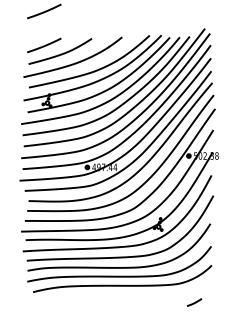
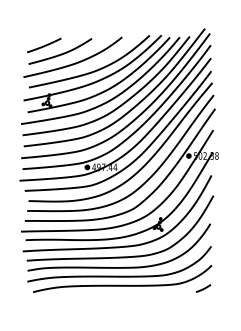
line at (44, 11): present -> none
line at (194, 302) position: (194, 302) -> (203, 288)
